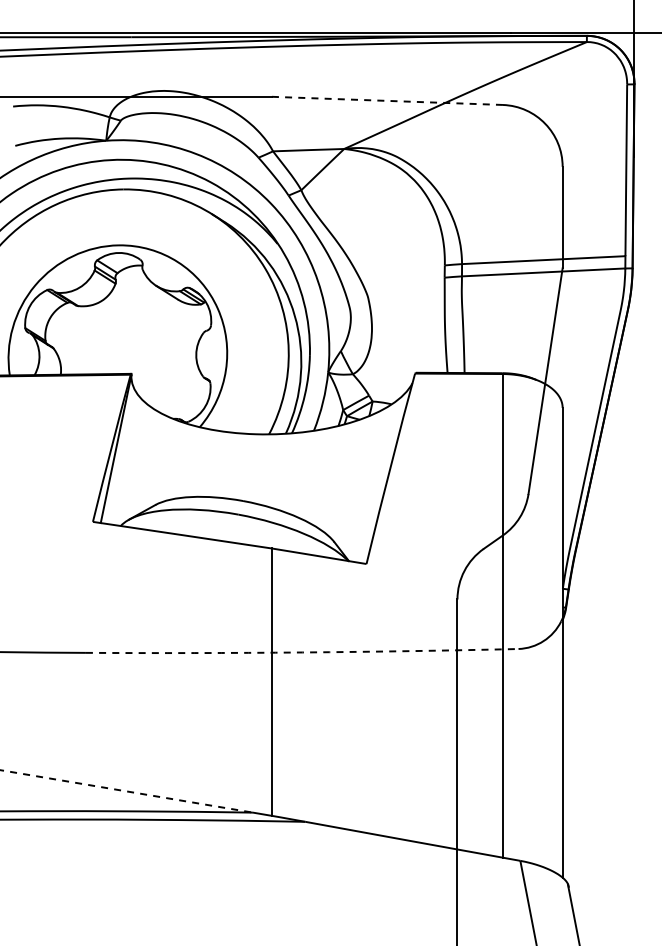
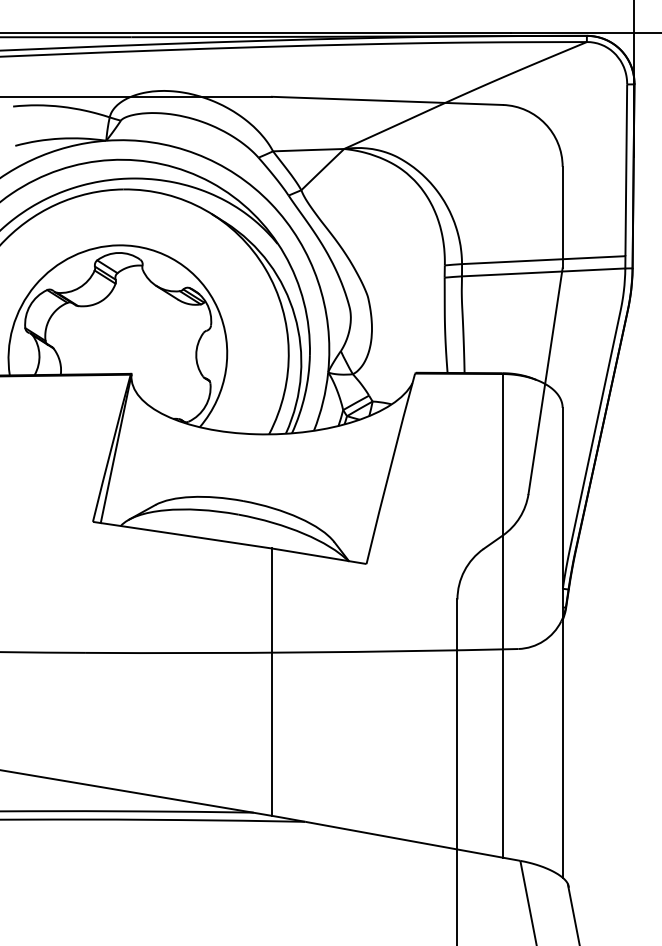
line at (387, 100): dashed -> solid
arc at (302, 652): dashed -> solid
line at (126, 791): dashed -> solid
